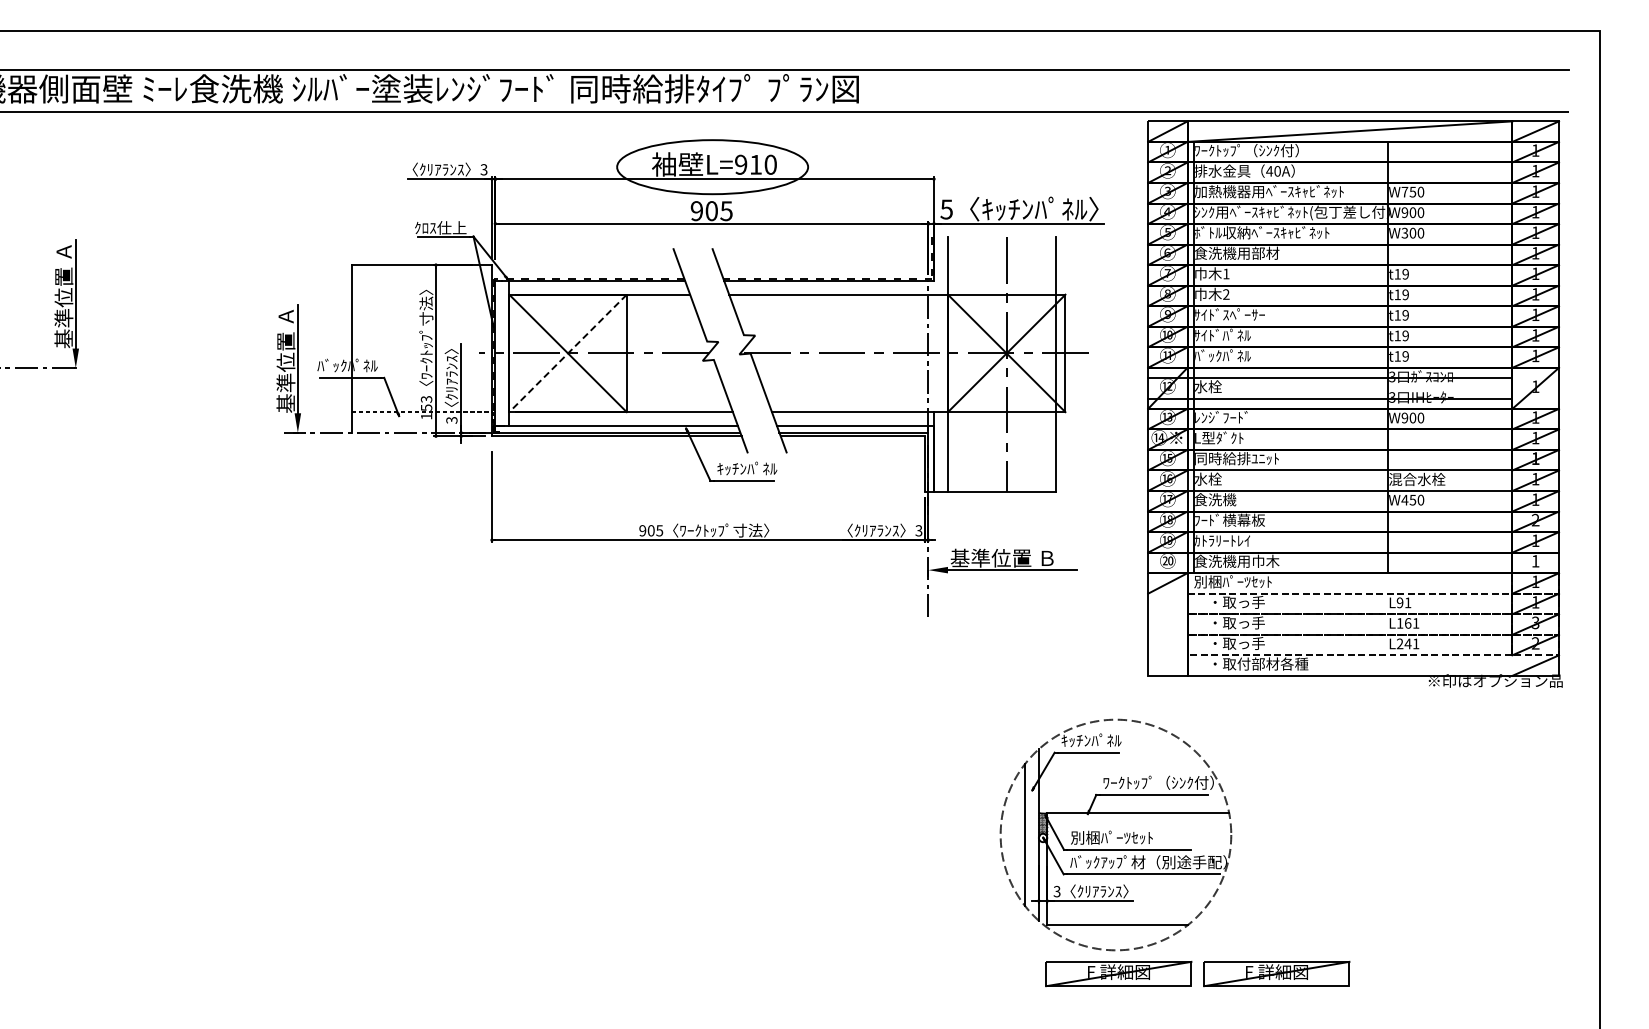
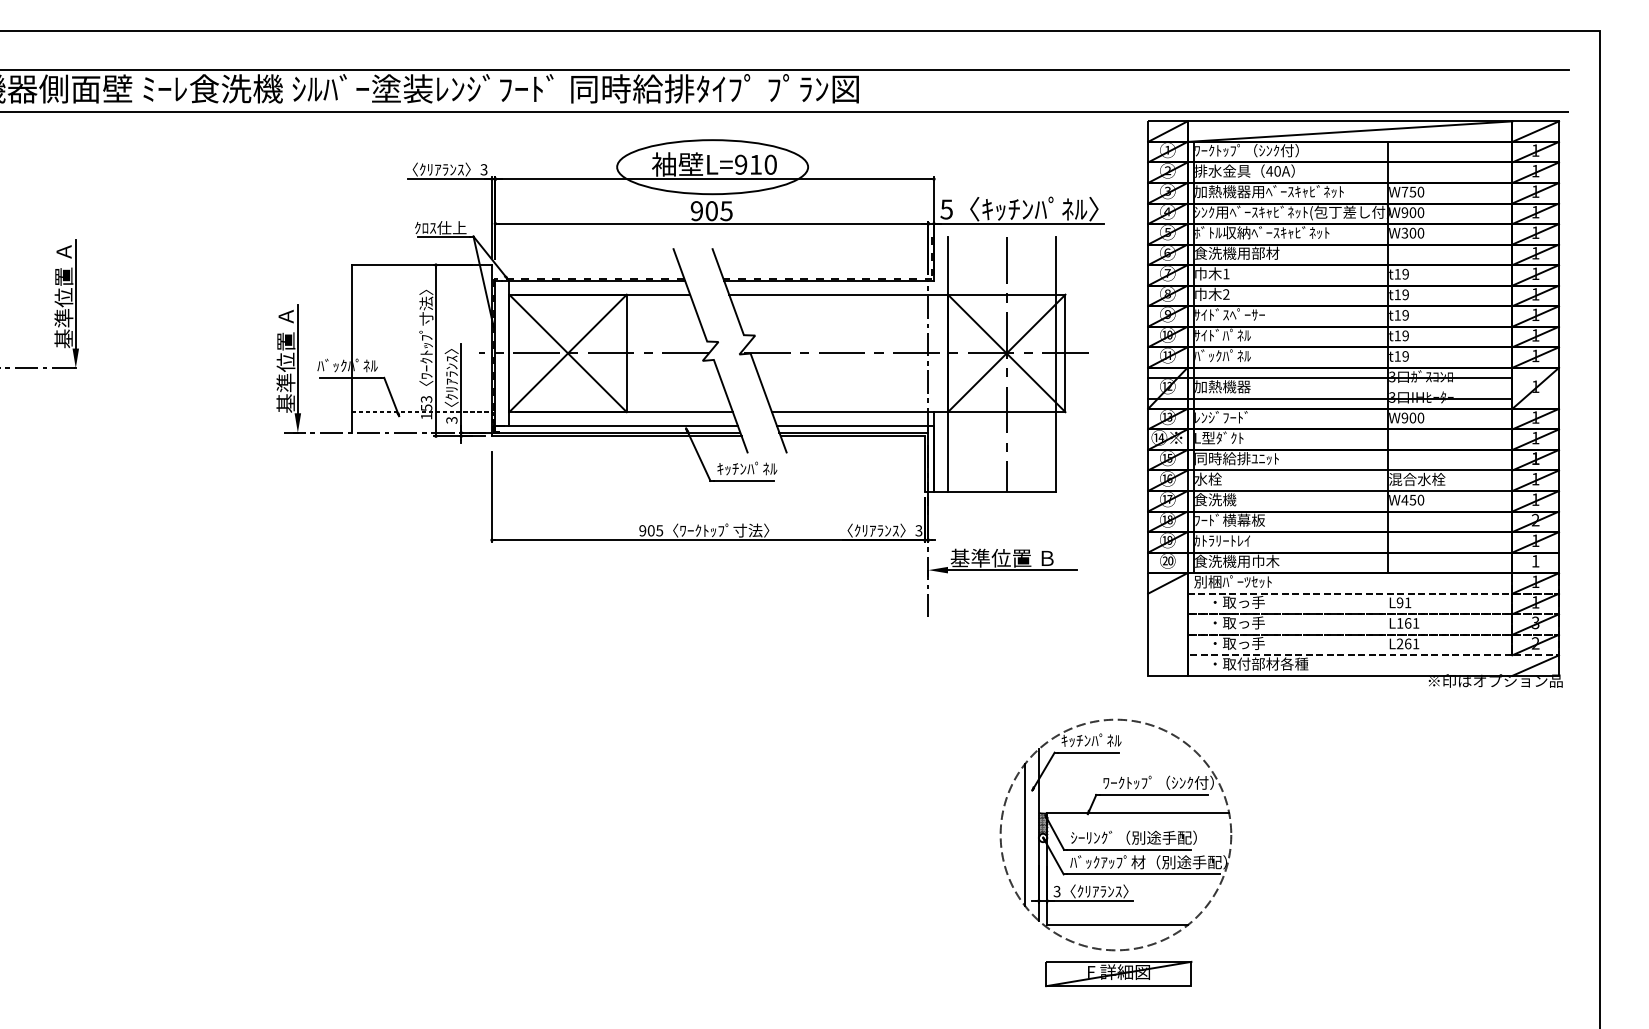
line at (567, 353): dashed -> solid
text at (1222, 386): 水栓 -> 加熱機器
text at (1407, 643): L241 -> L261
text at (1133, 837): 別梱ﾊﾟｰﾂｾｯﾄ -> ｼｰﾘﾝｸﾞ（別途手配）
part at (1276, 974): present -> none
